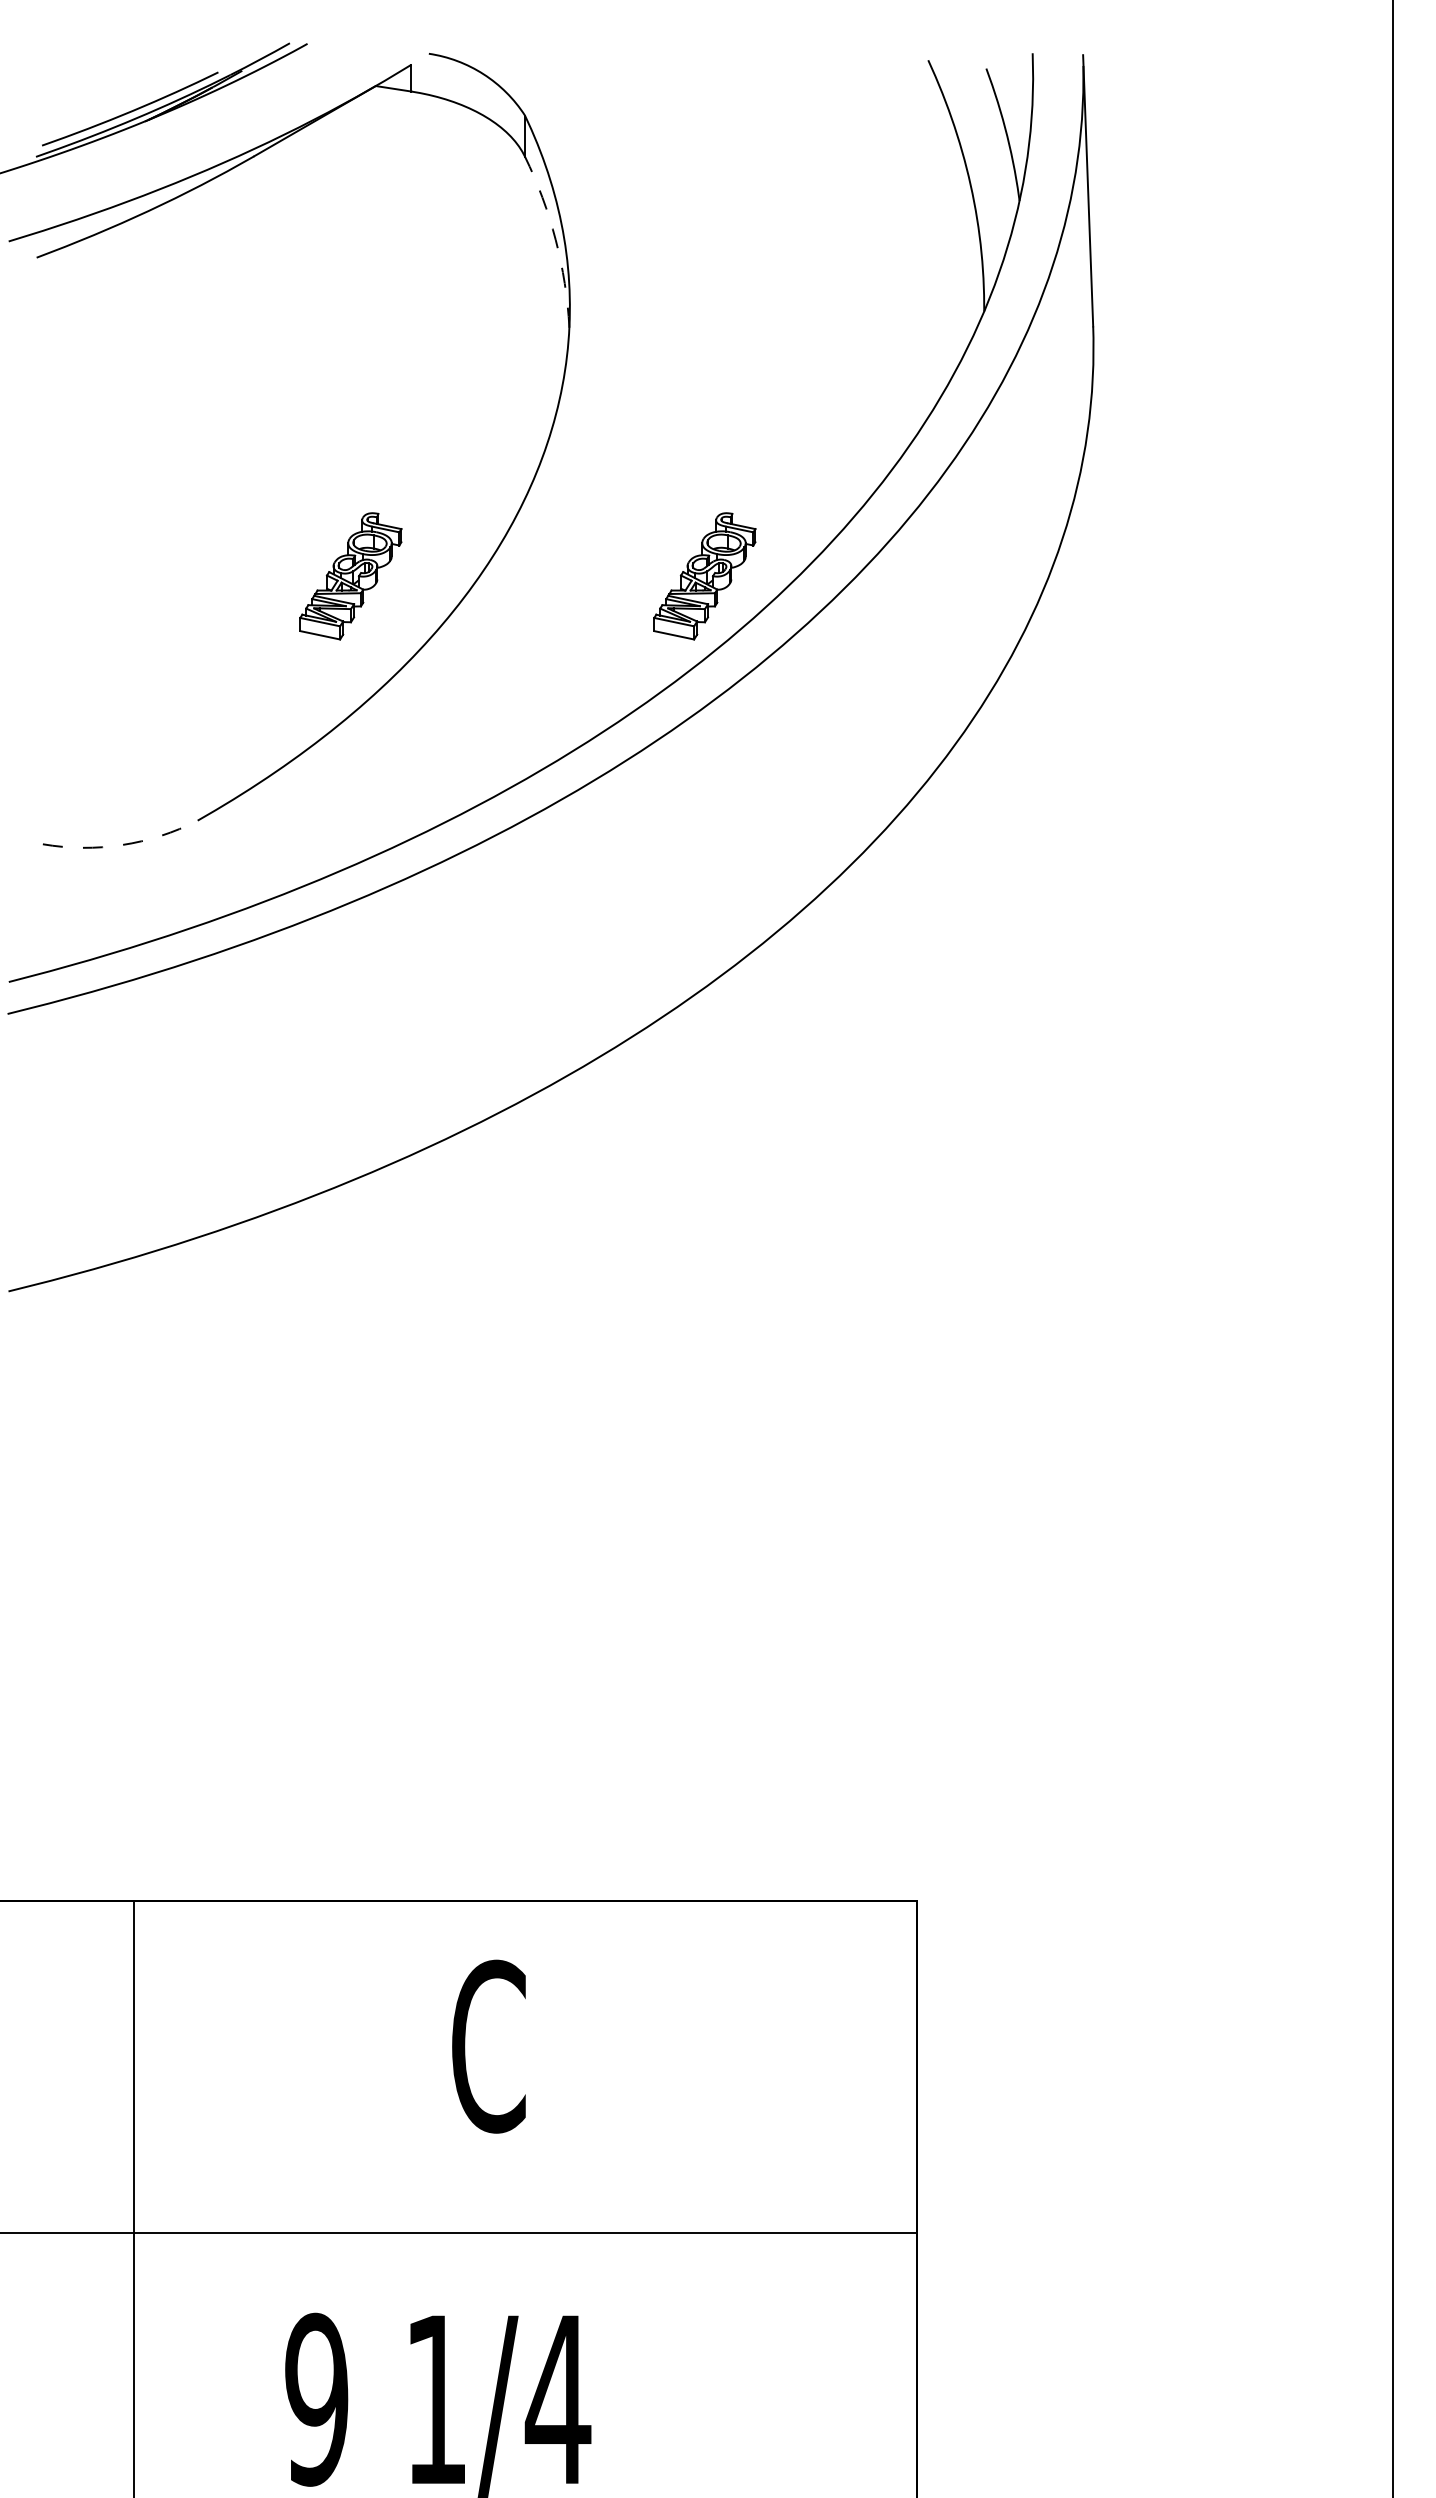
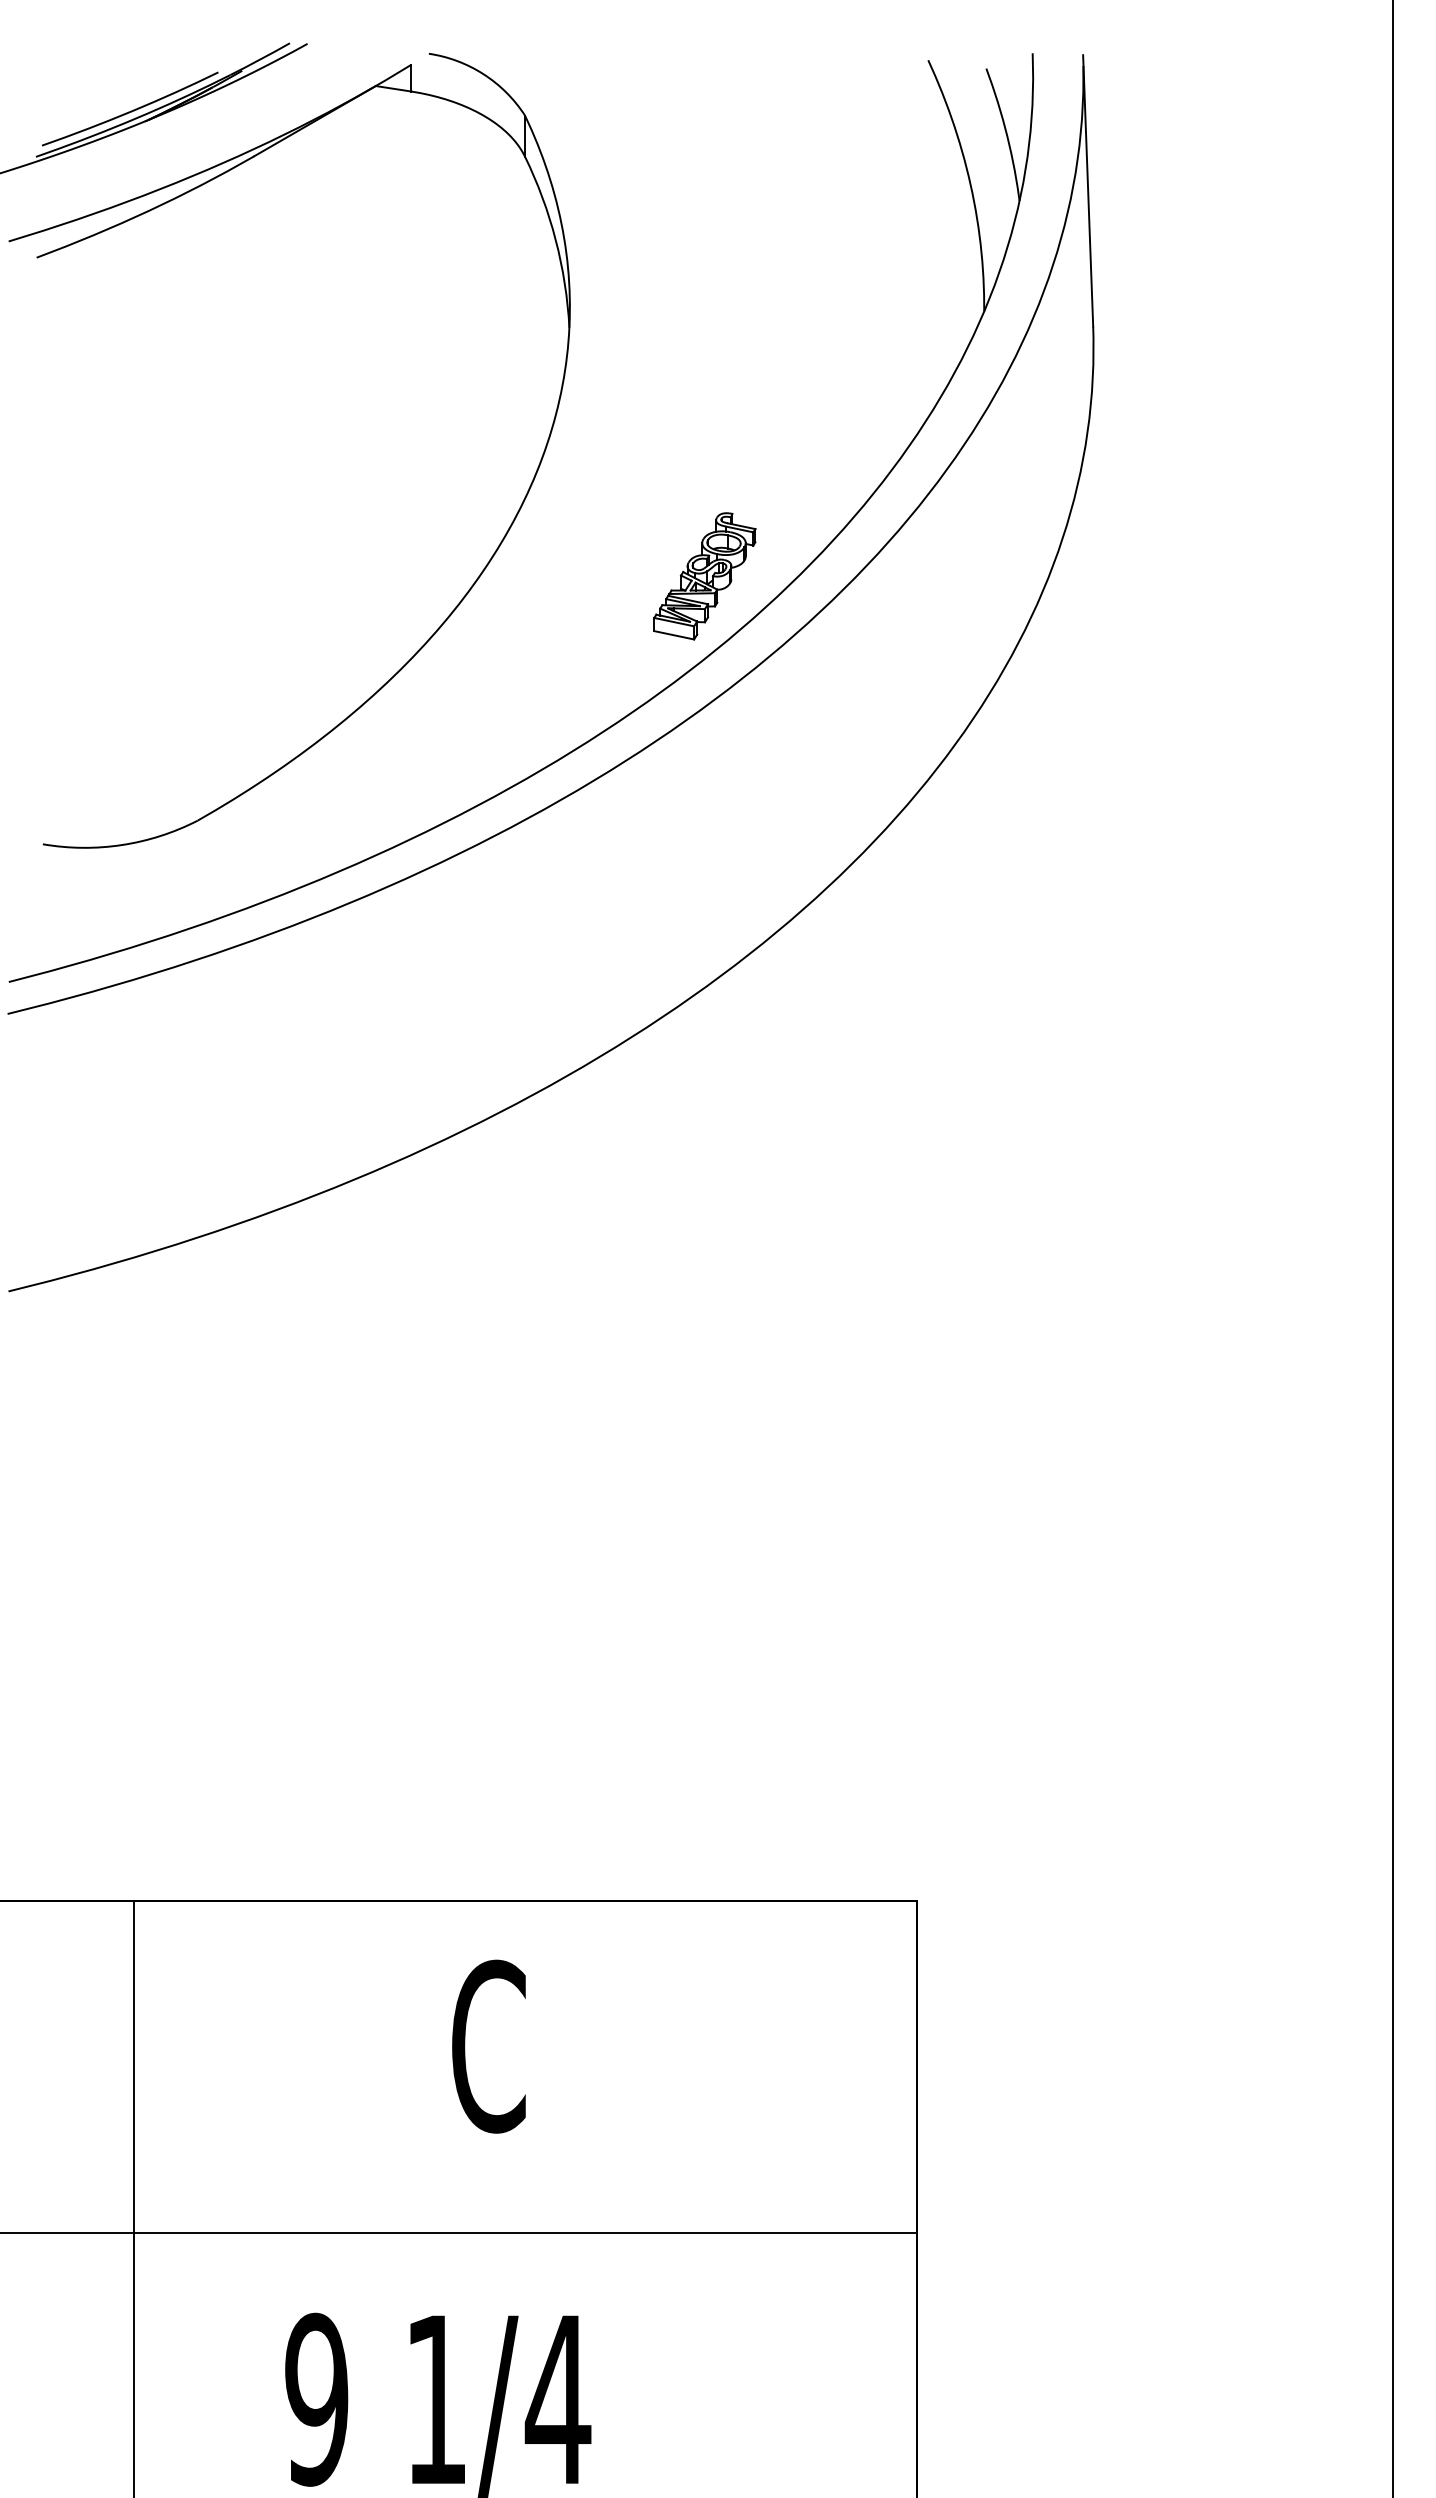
arc at (555, 240): dashed -> solid
part at (350, 576): present -> none
arc at (122, 845): dashed -> solid
